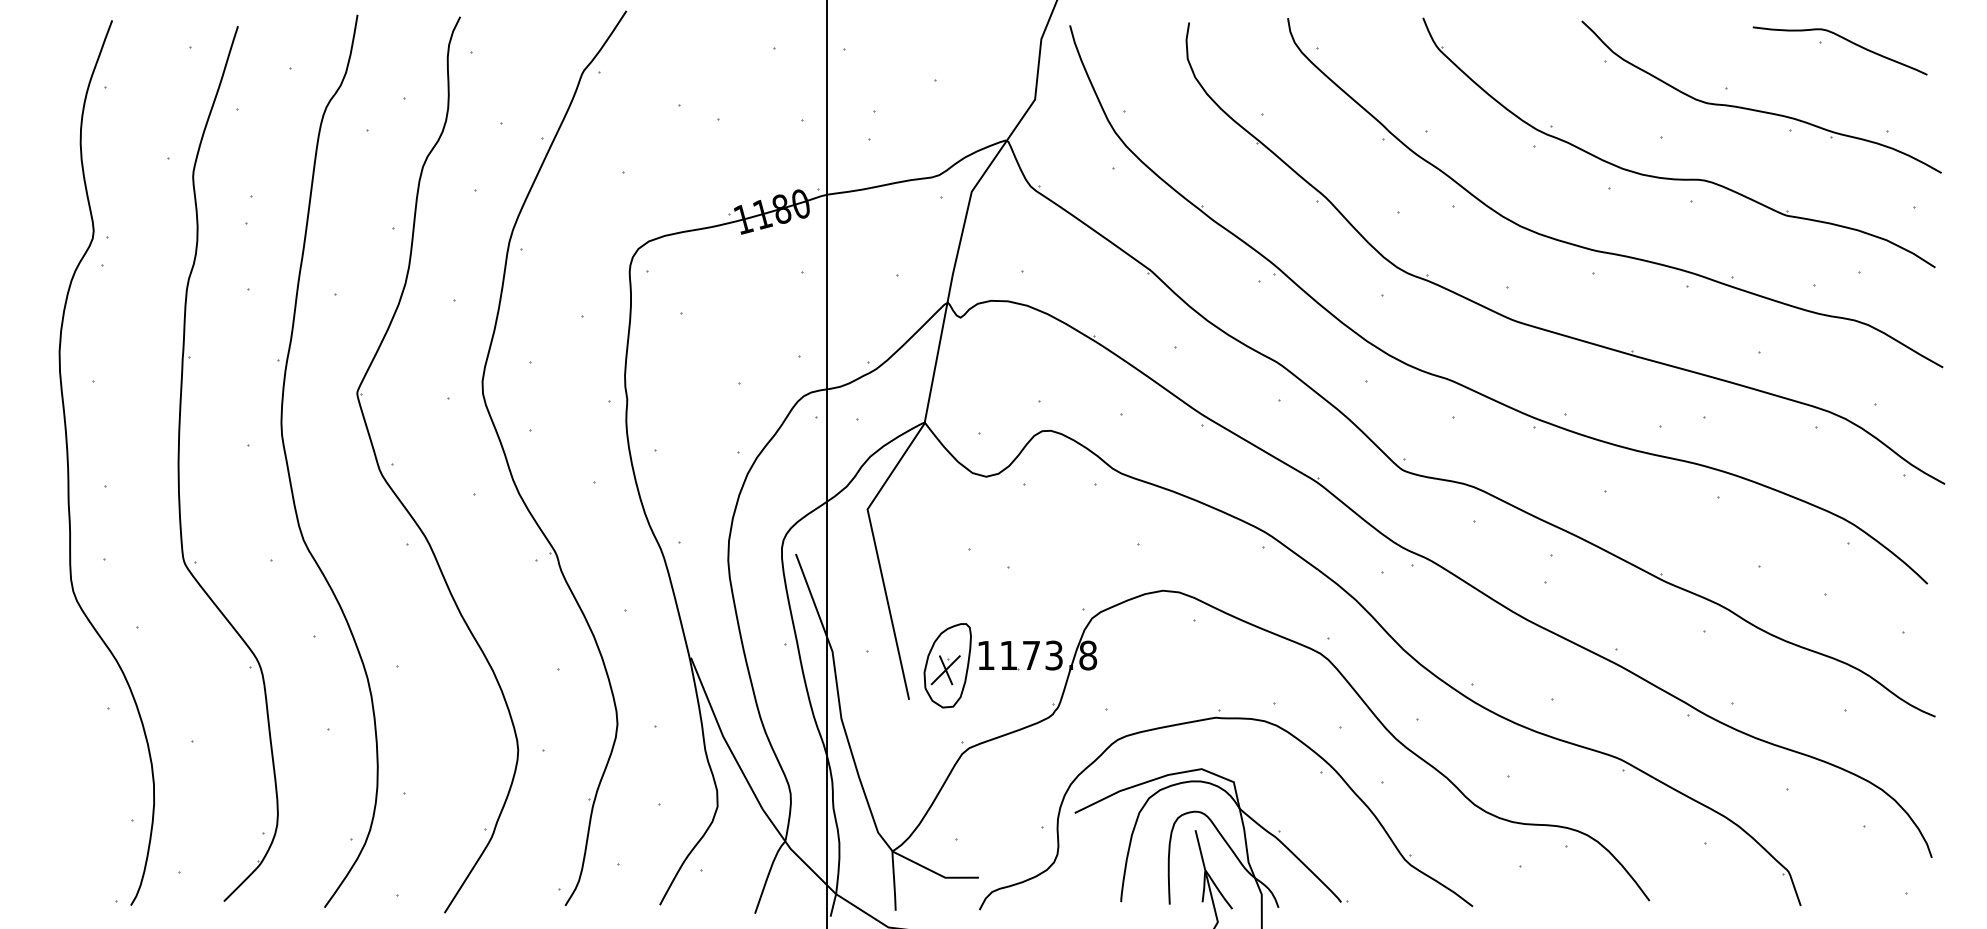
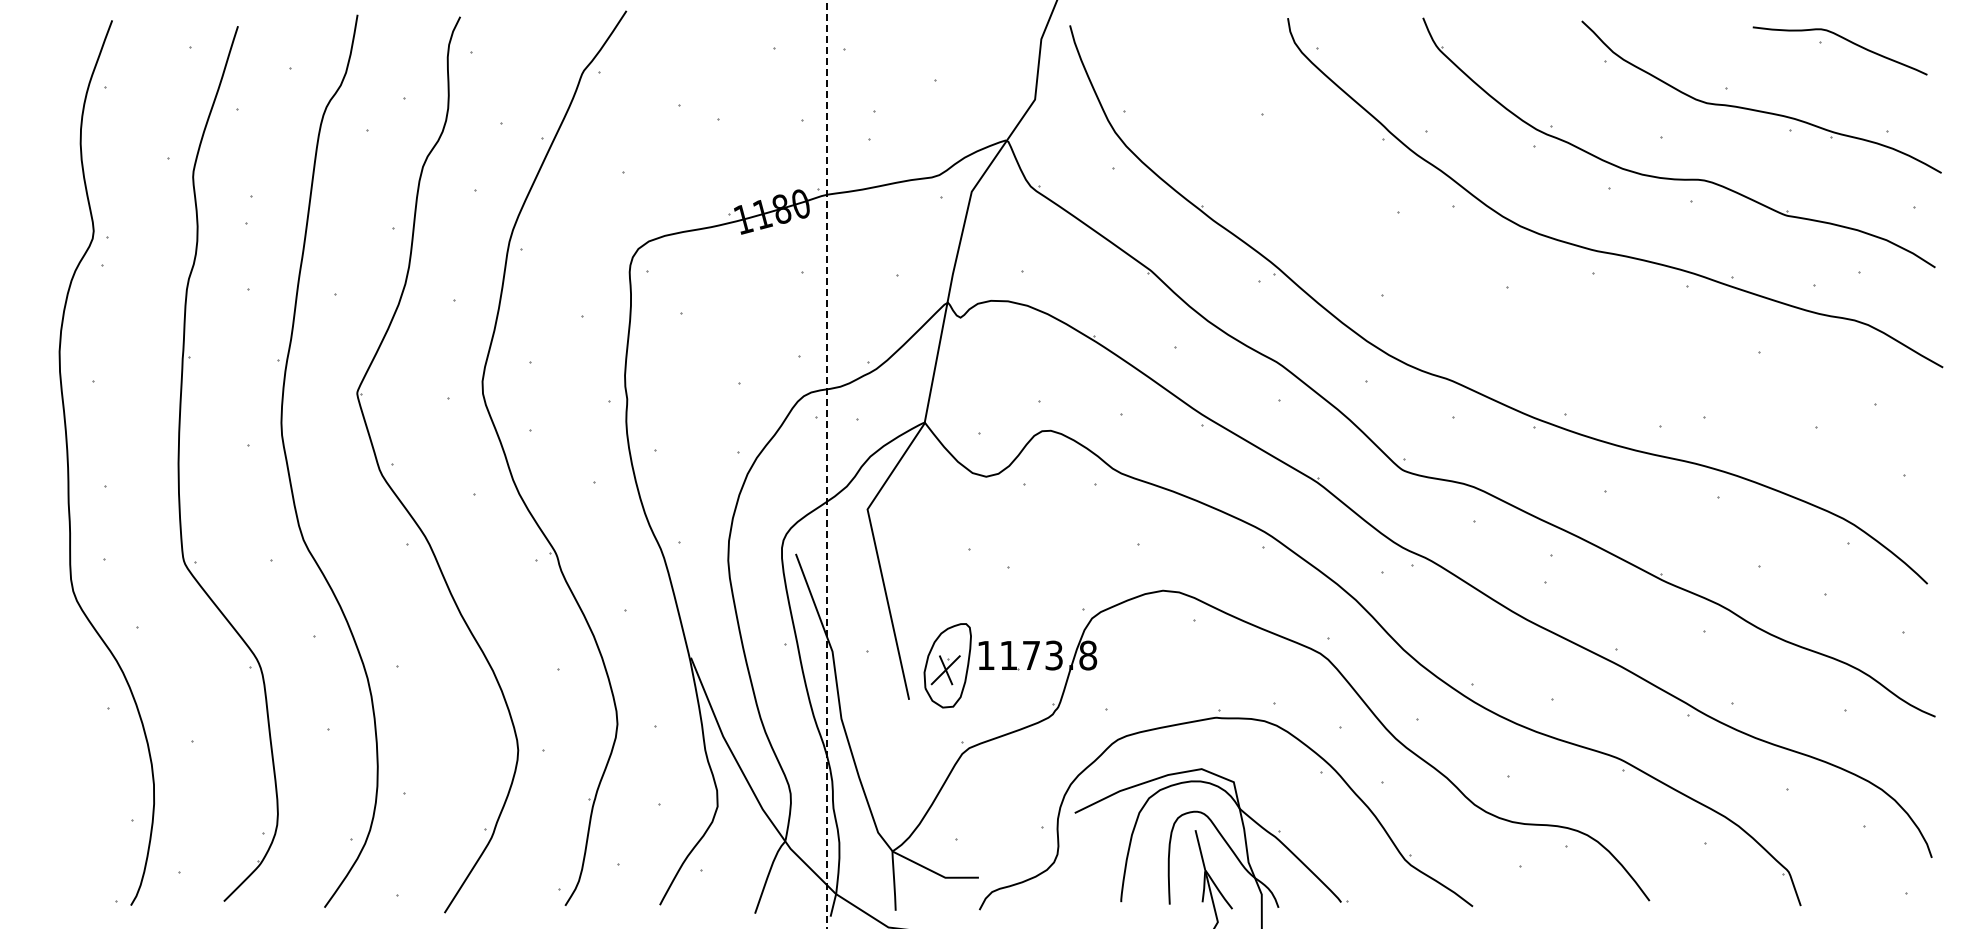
part at (1544, 328): present -> none
line at (826, 464): solid -> dashed
